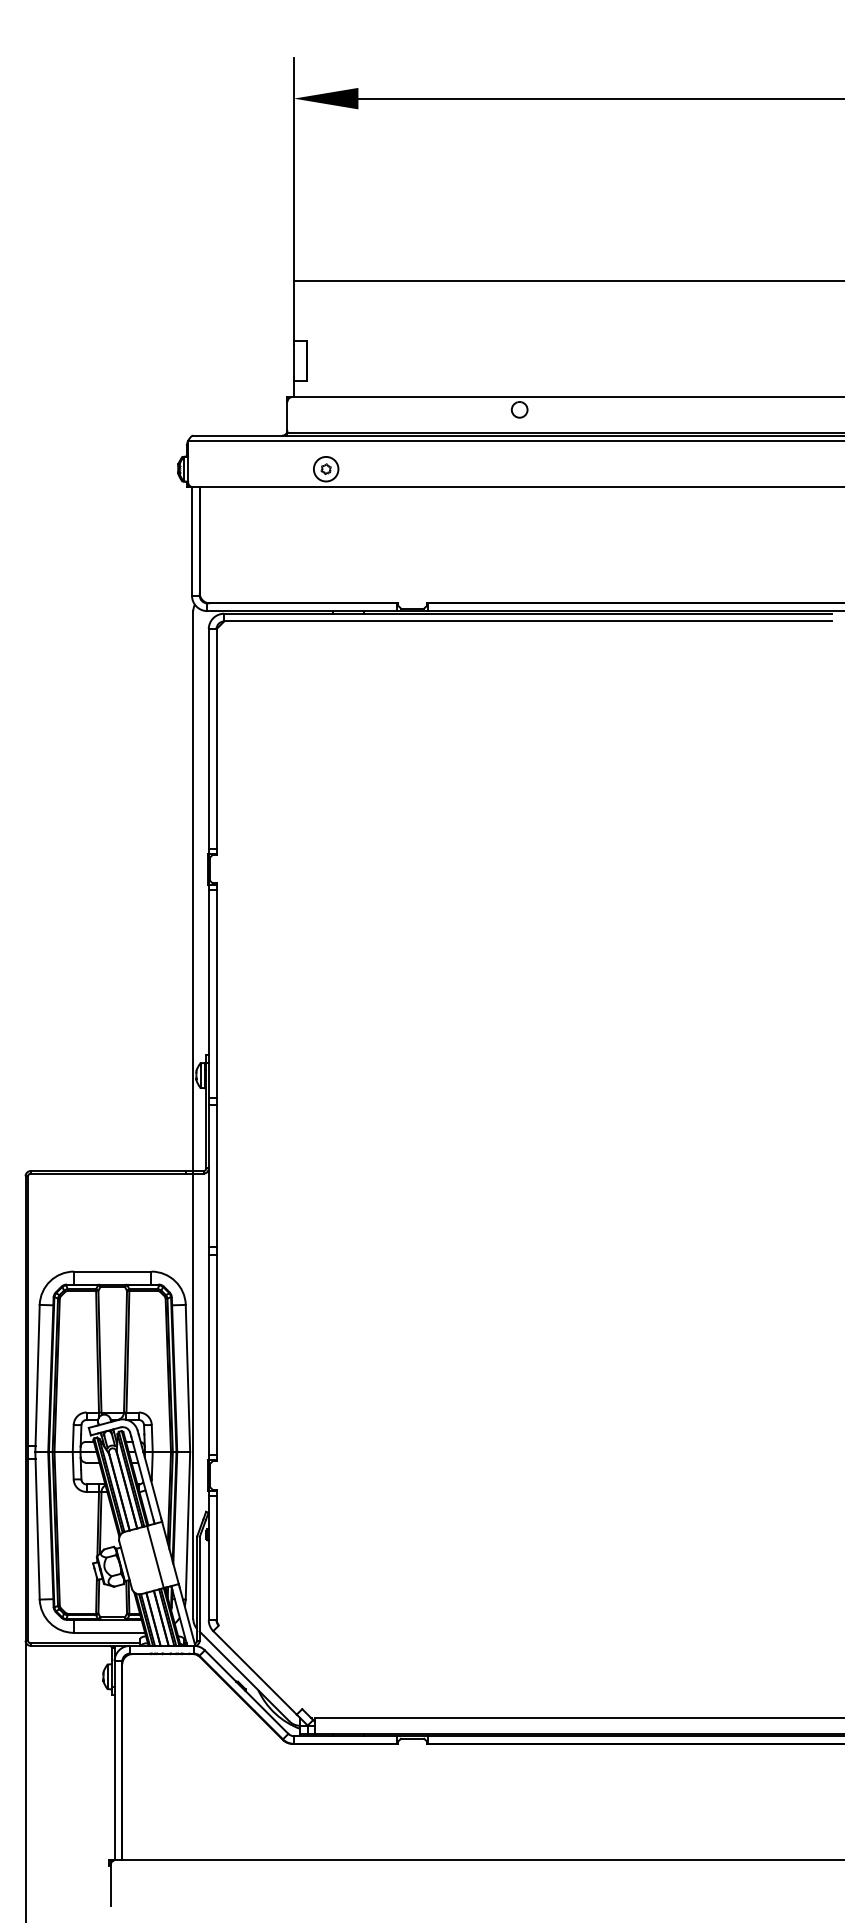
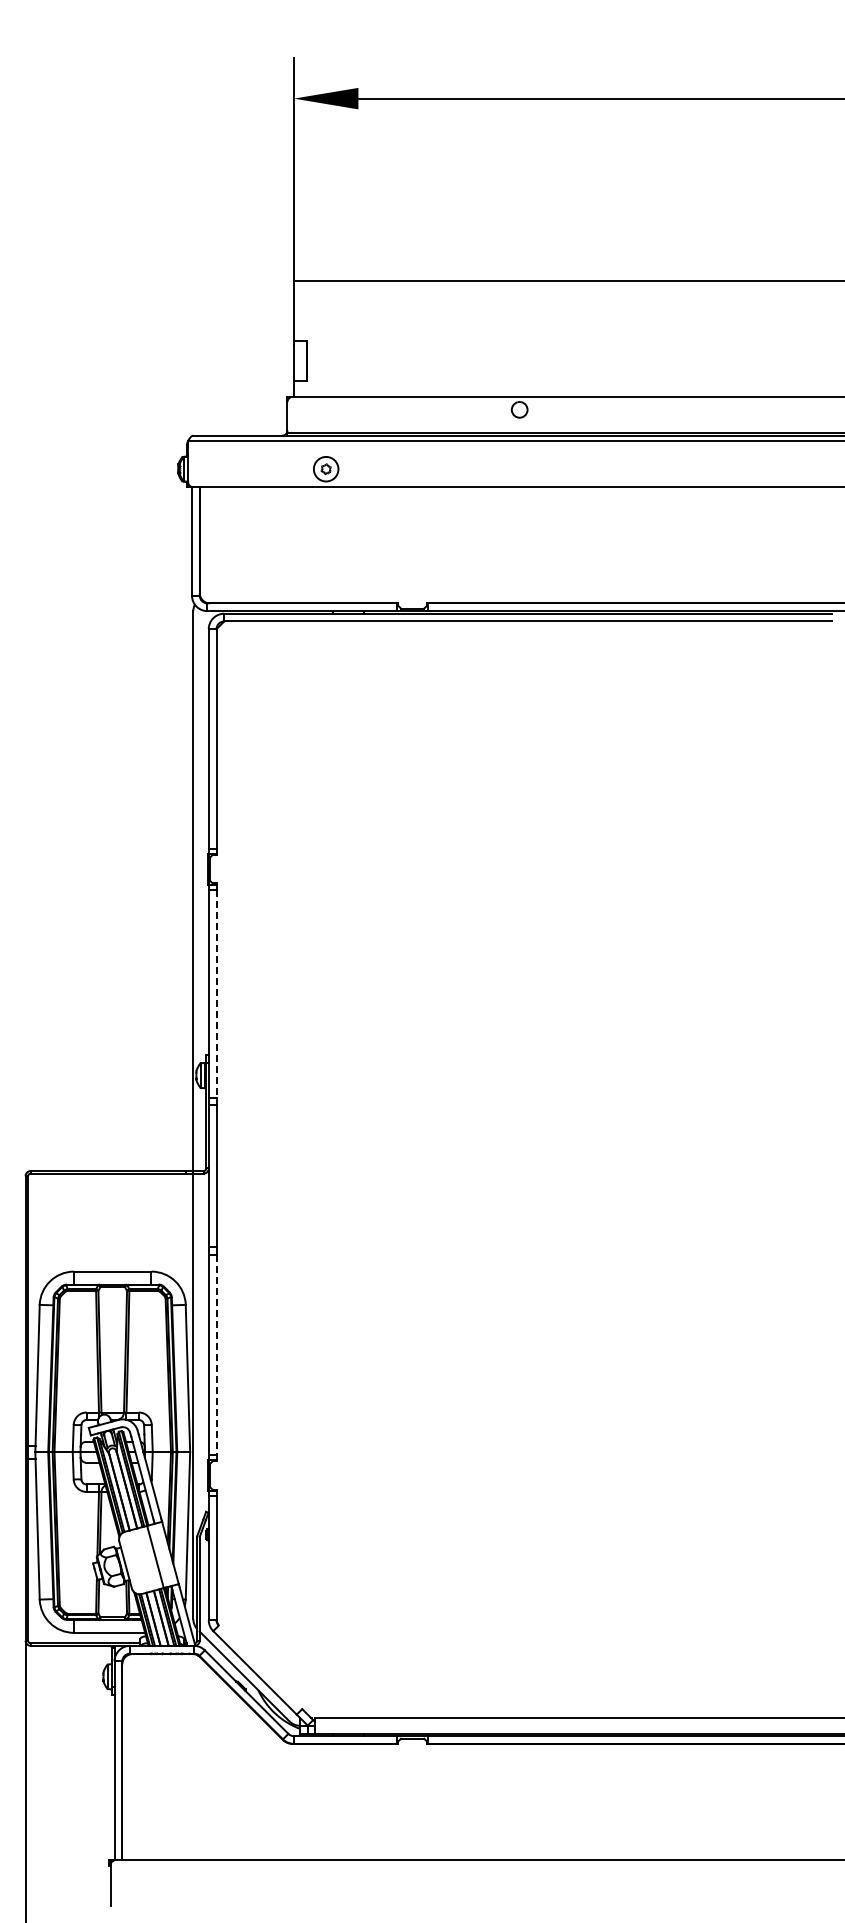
line at (216, 993): solid -> dashed
line at (216, 1354): solid -> dashed
